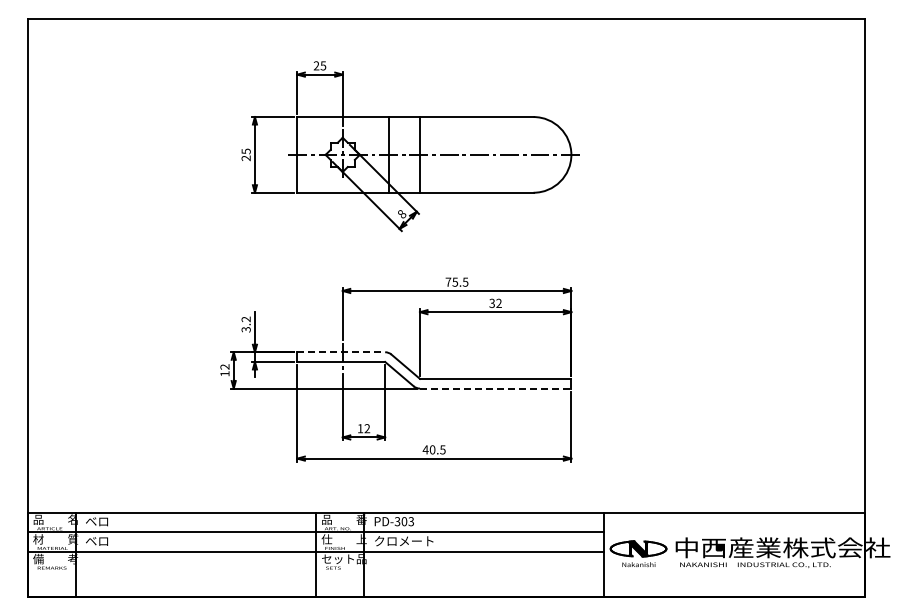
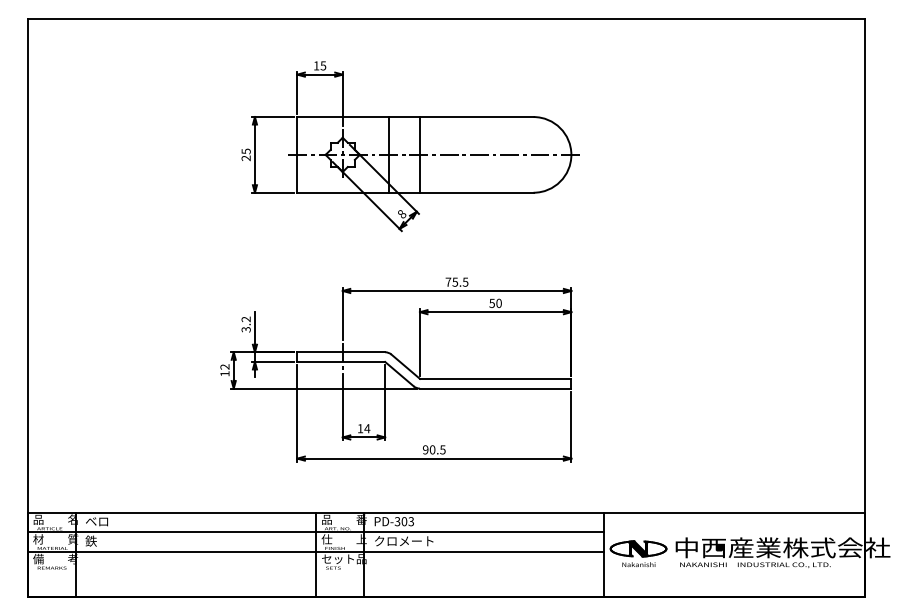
text at (316, 65): 25 -> 15
text at (495, 302): 32 -> 50
line at (341, 352): dashed -> solid
line at (495, 388): dashed -> solid
text at (367, 428): 12 -> 14
text at (425, 449): 40.5 -> 90.5
text at (96, 540): ベロ -> 鉄
